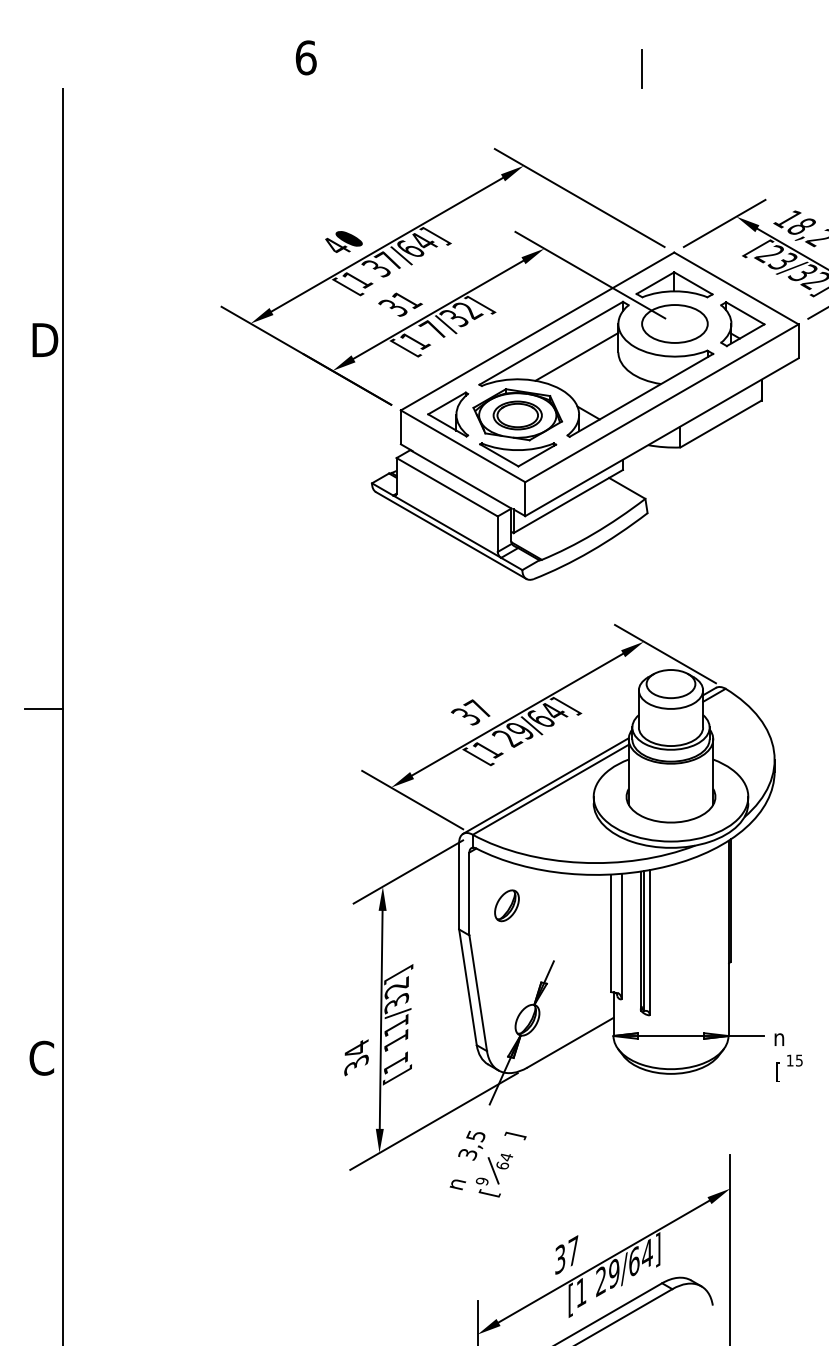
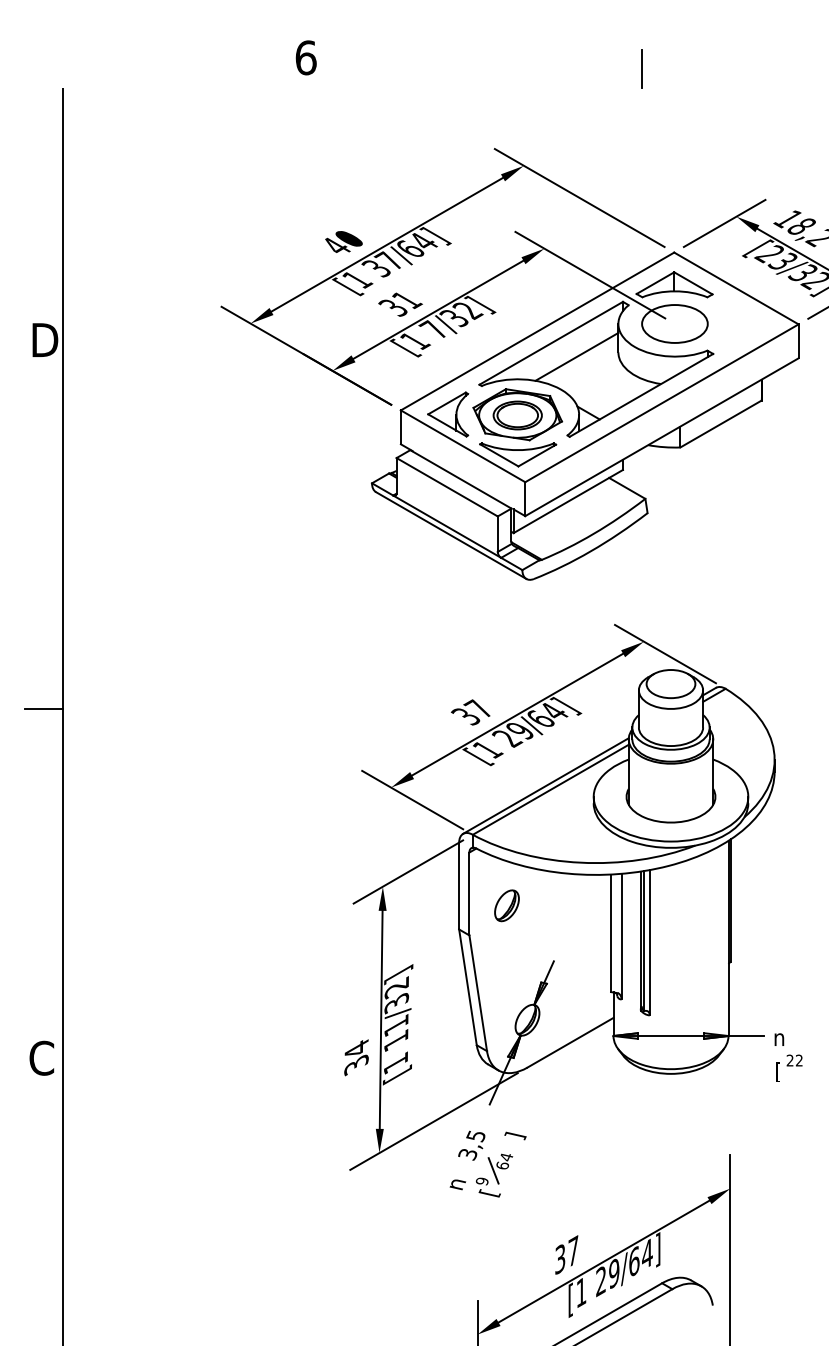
part at (742, 324): present -> none
text at (794, 1060): 15 -> 22
